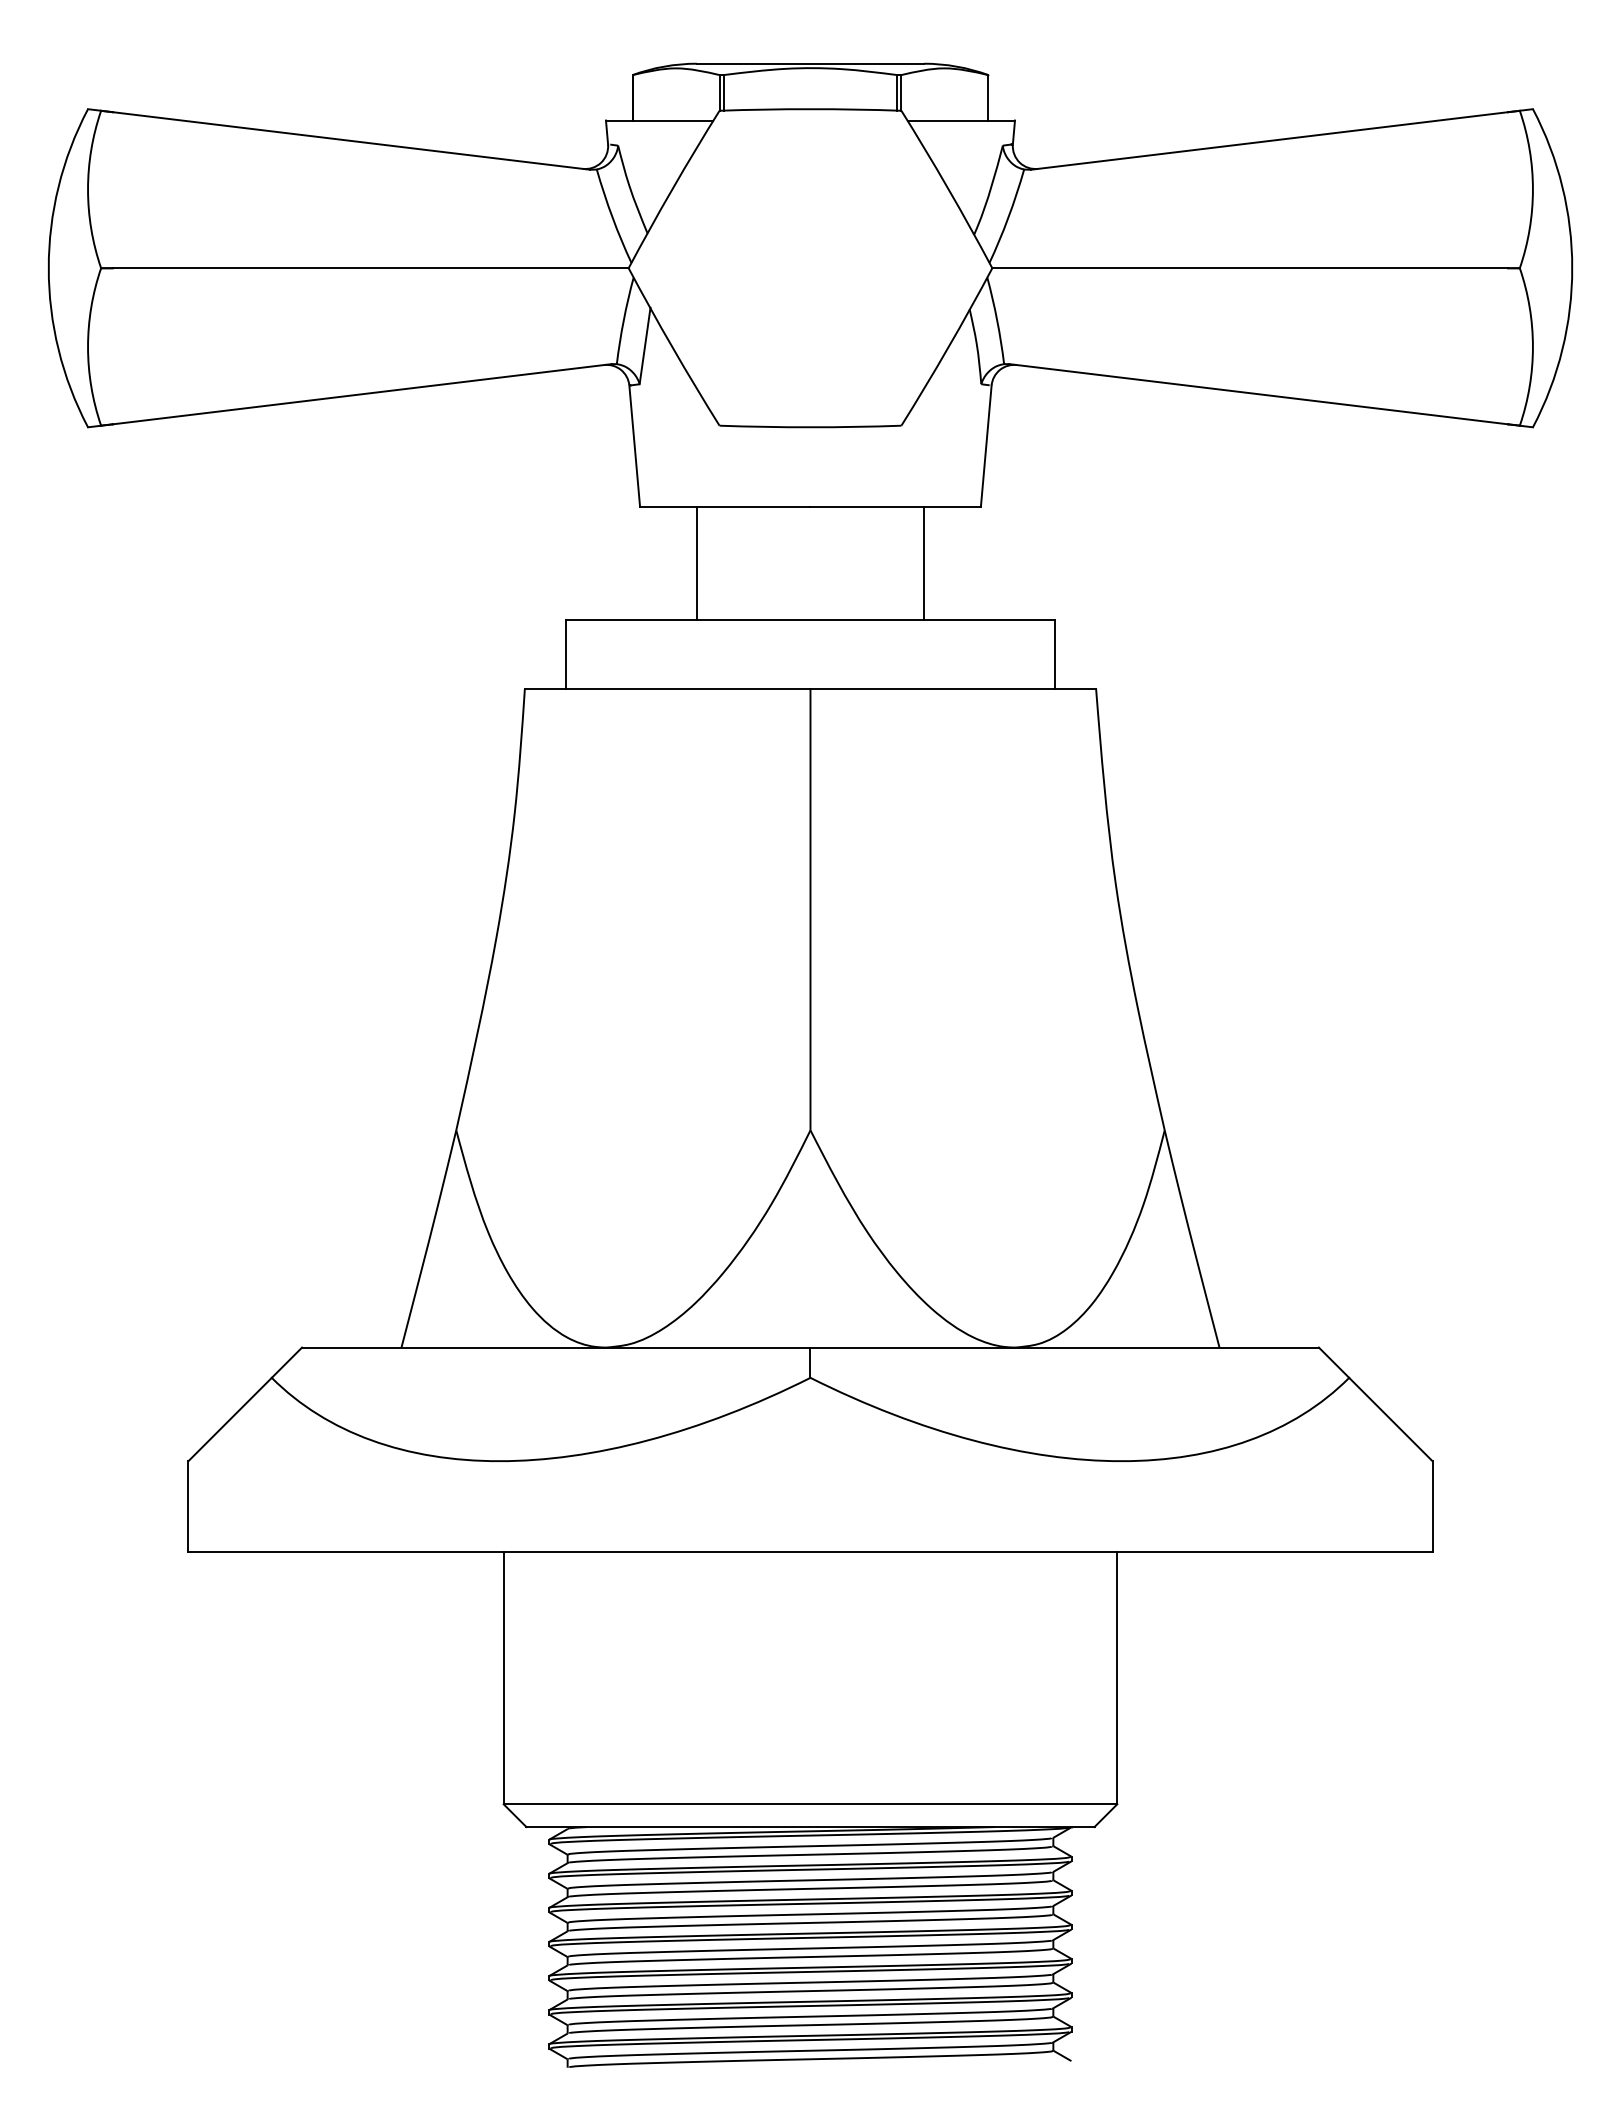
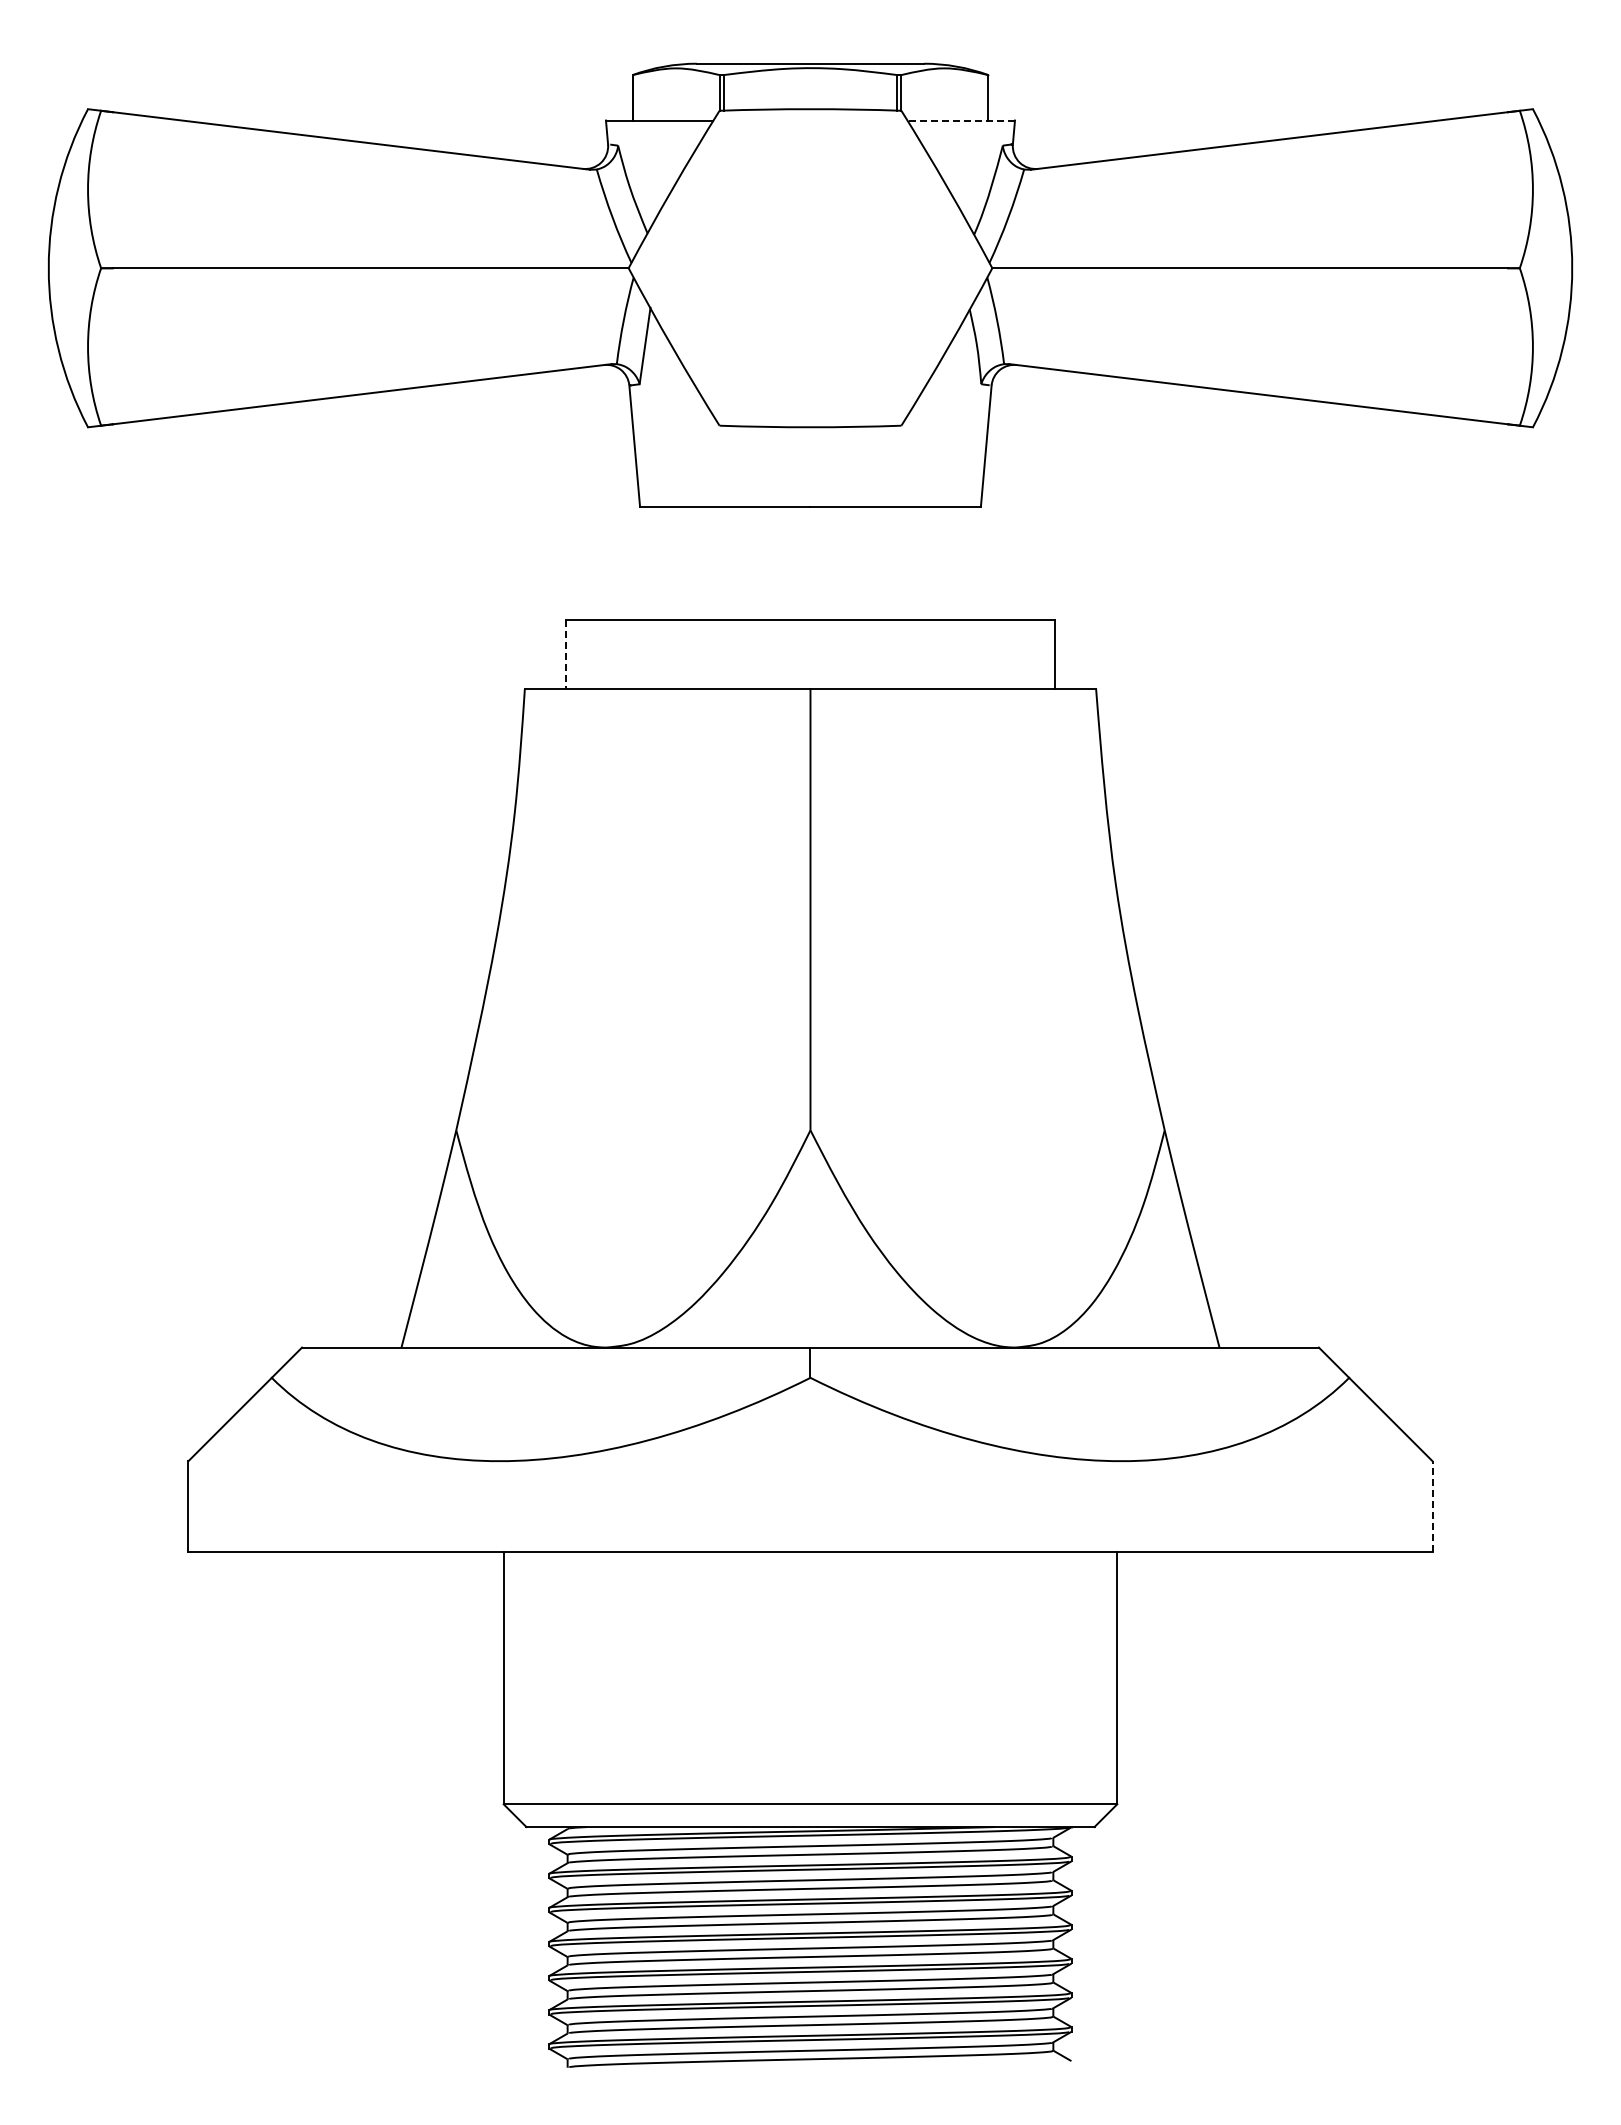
line at (961, 120): solid -> dashed
line at (696, 563): present -> none
line at (924, 563): present -> none
line at (566, 655): solid -> dashed
line at (1432, 1506): solid -> dashed
